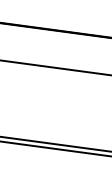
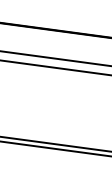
line at (55, 58): none -> present
